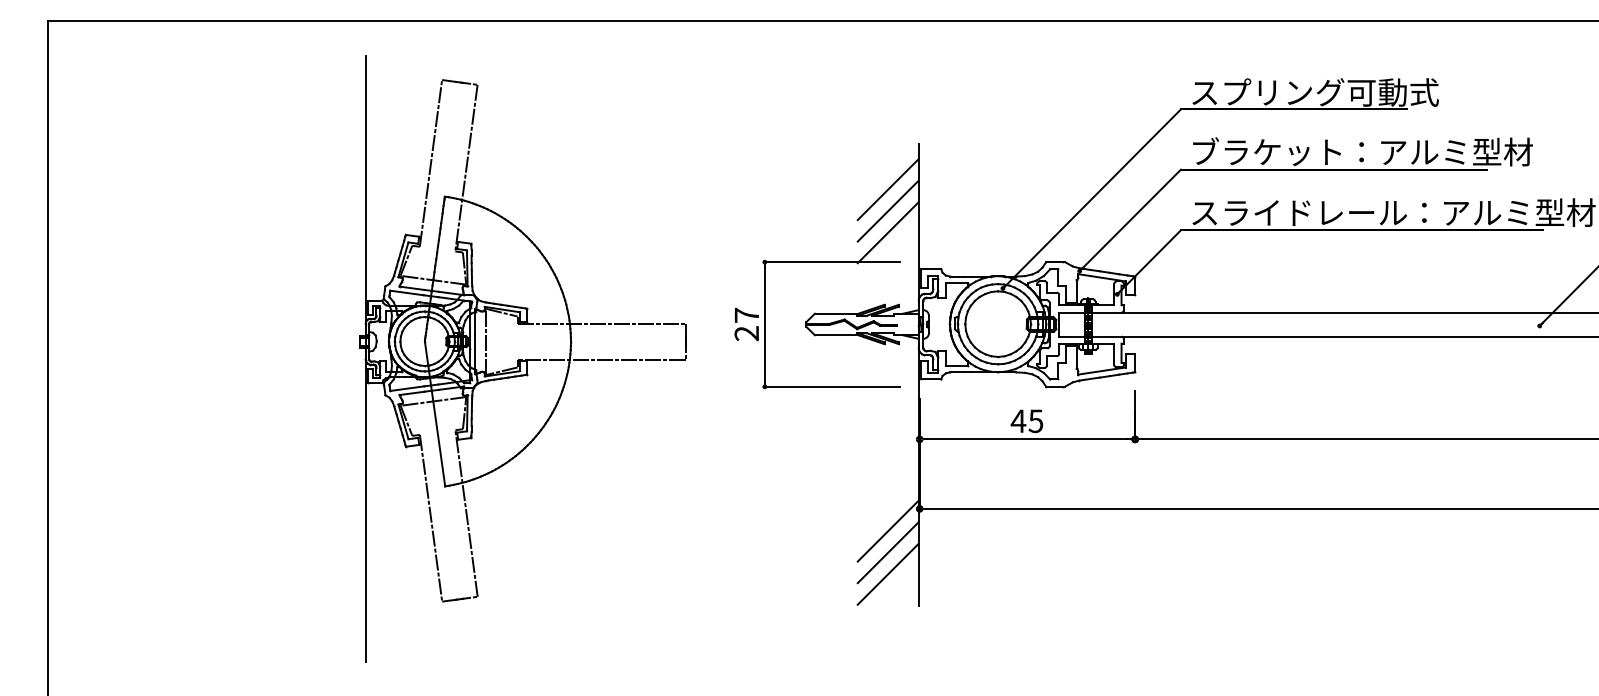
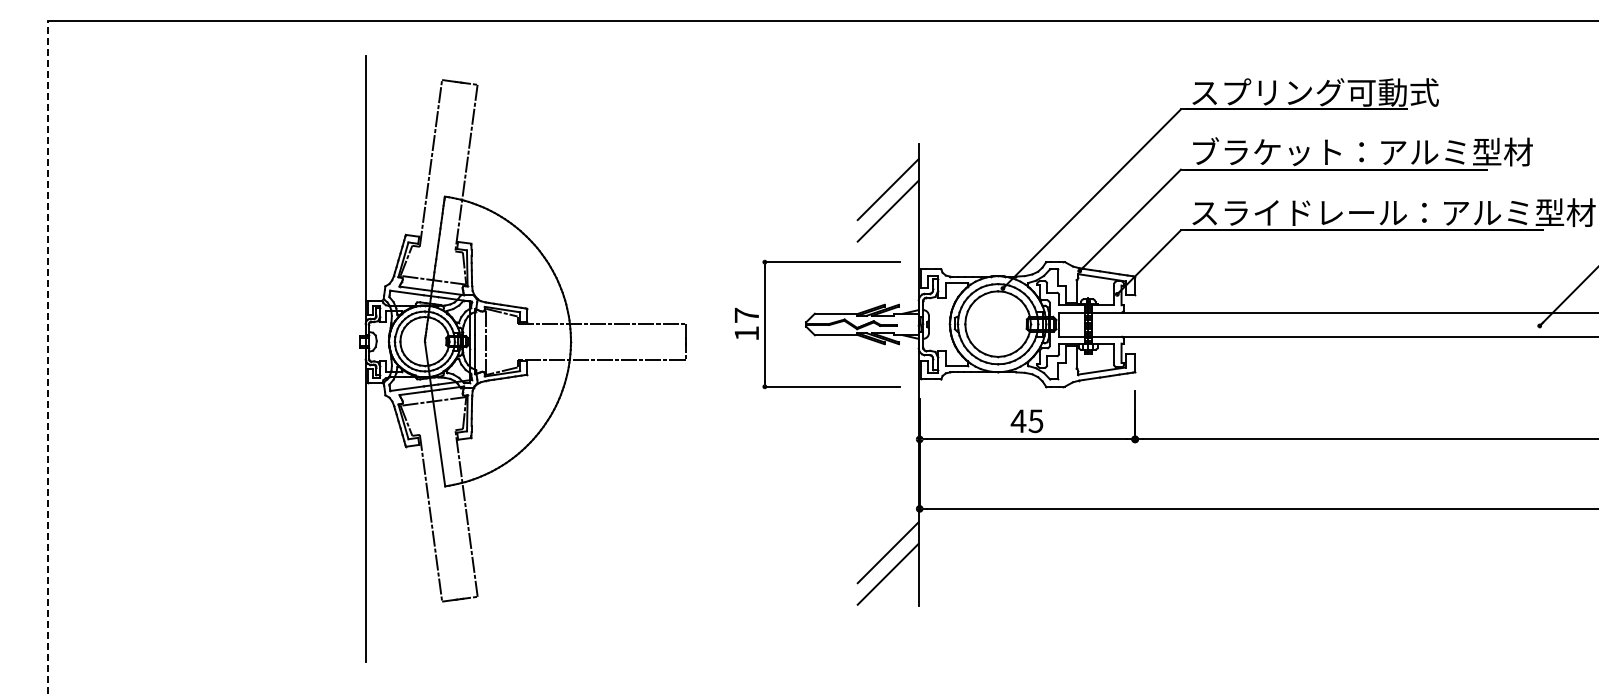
line at (887, 232): present -> none
text at (746, 333): 27 -> 17
line at (47, 358): solid -> dashed
line at (887, 530): present -> none
